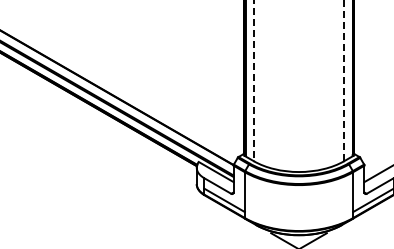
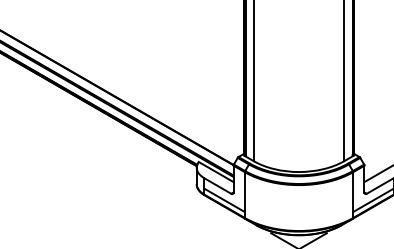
line at (344, 80): dashed -> solid
line at (253, 81): dashed -> solid
